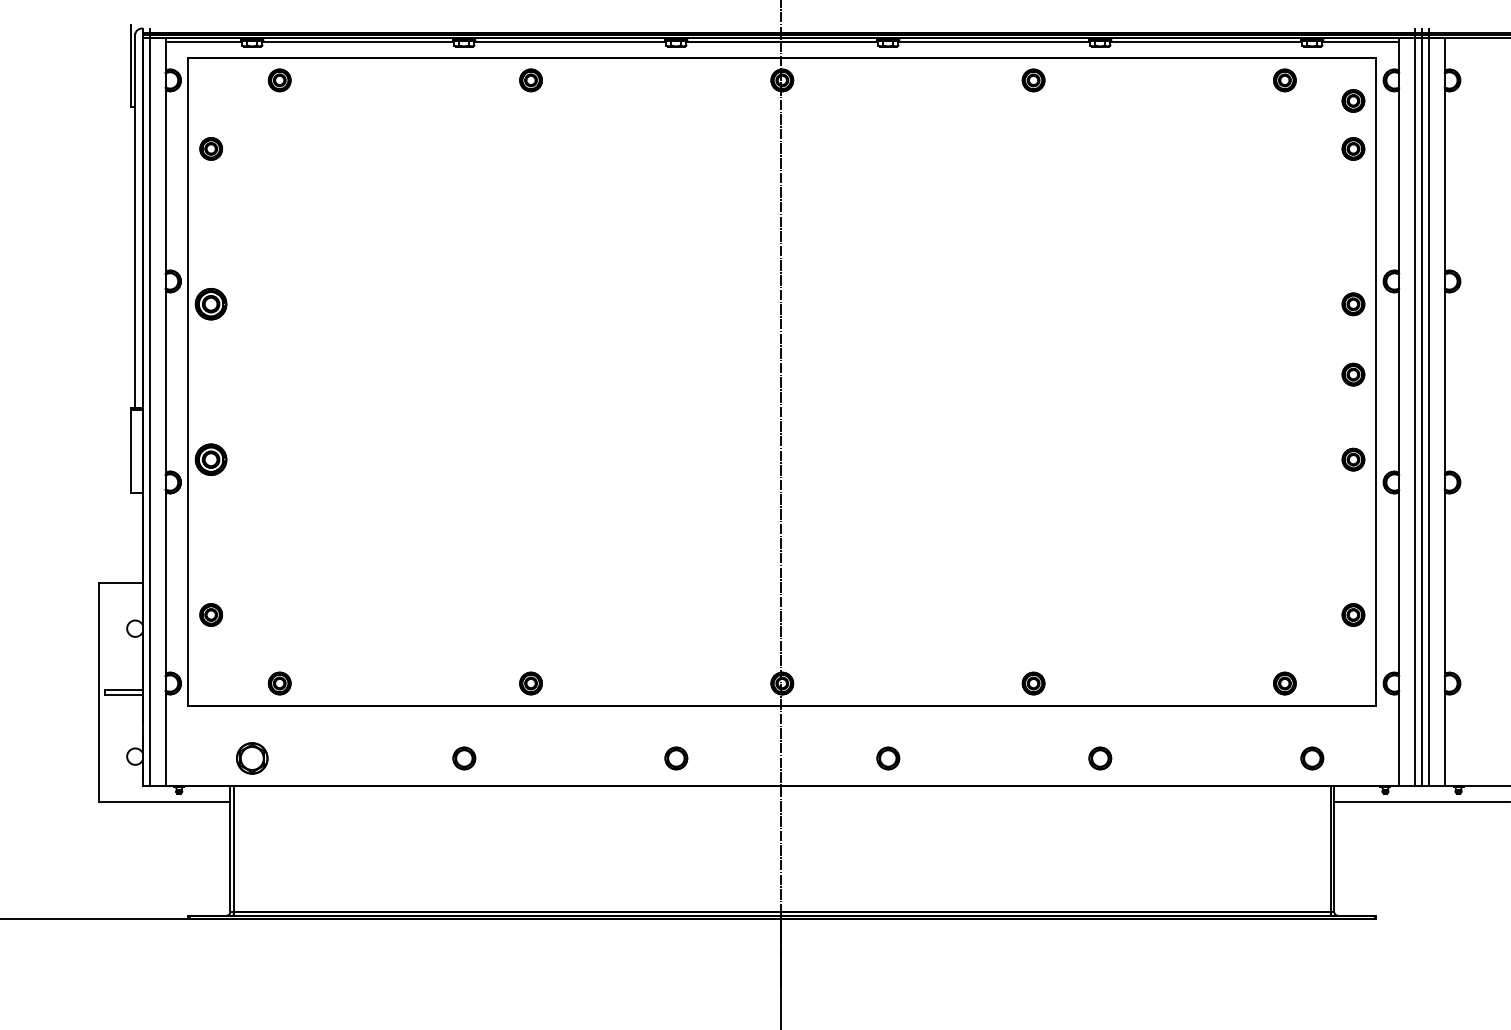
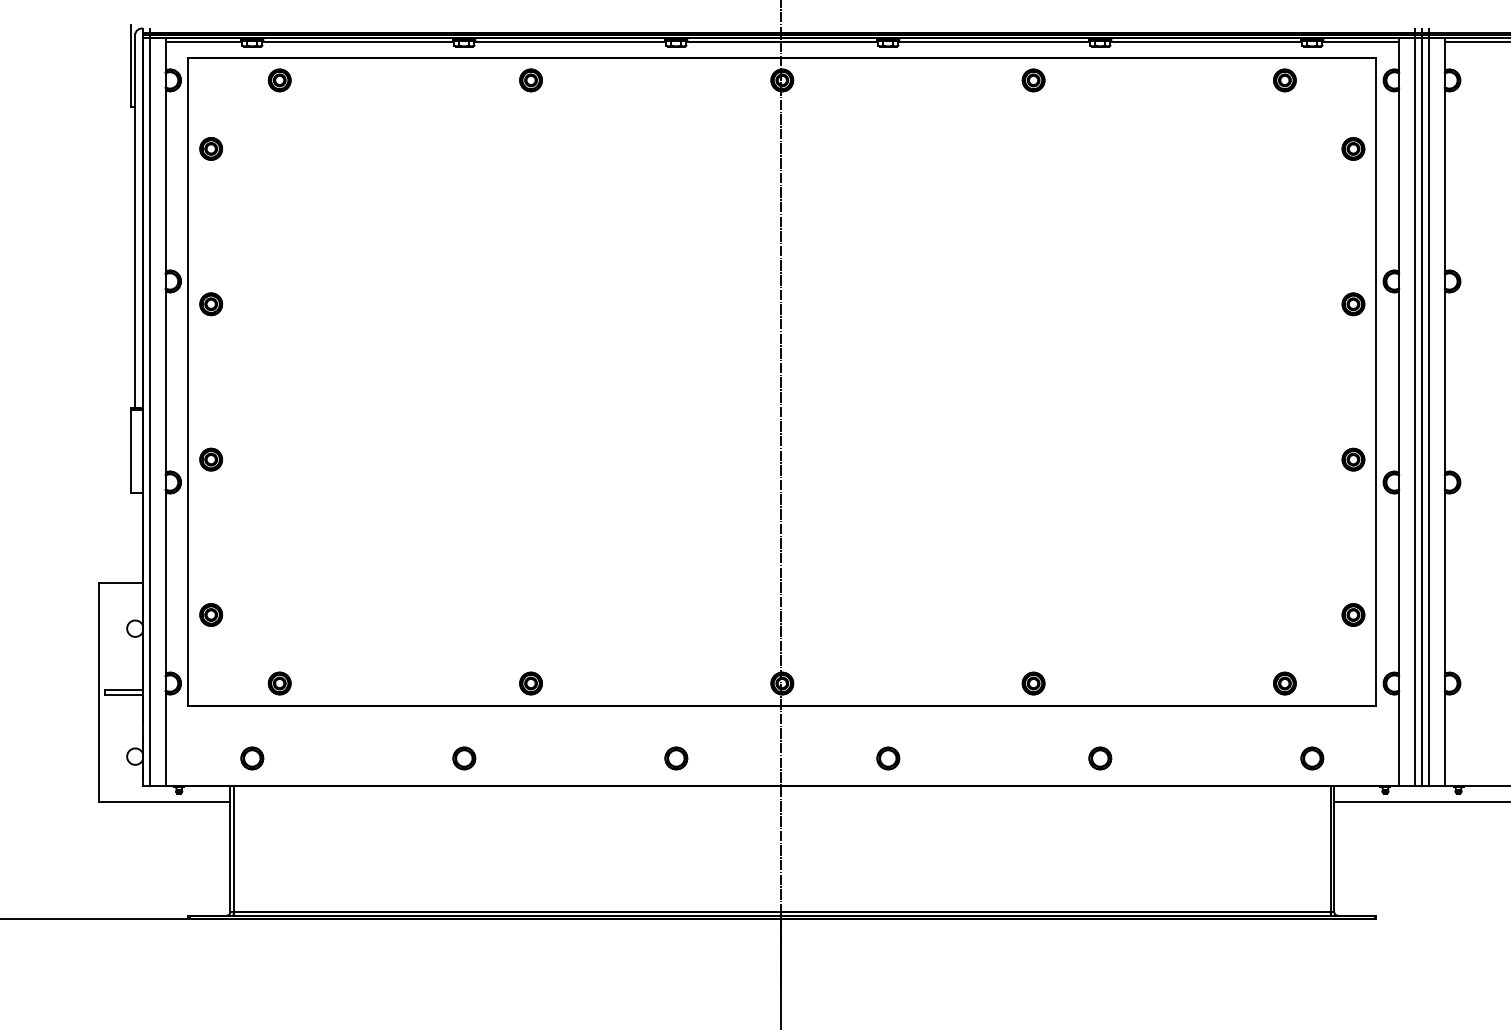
line at (1475, 42): none -> present
part at (1353, 100): present -> none
part at (210, 304) size: 34x33 px -> 25x25 px
part at (1353, 374): present -> none
part at (210, 459) size: 34x33 px -> 25x25 px
part at (252, 758) size: 33x33 px -> 25x25 px
